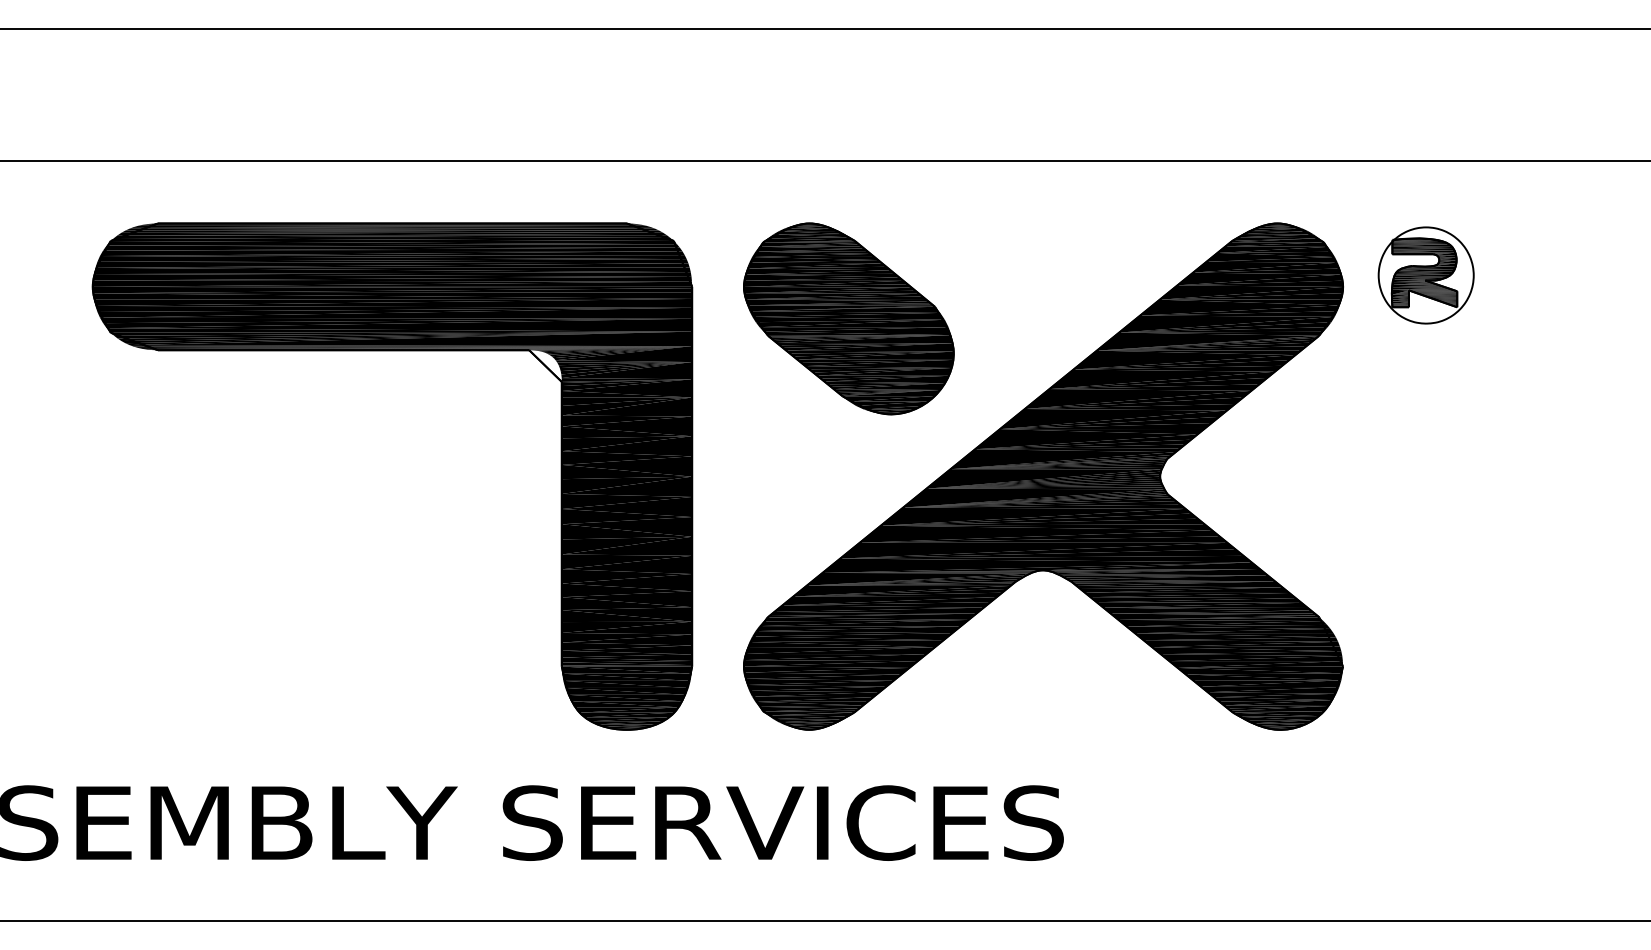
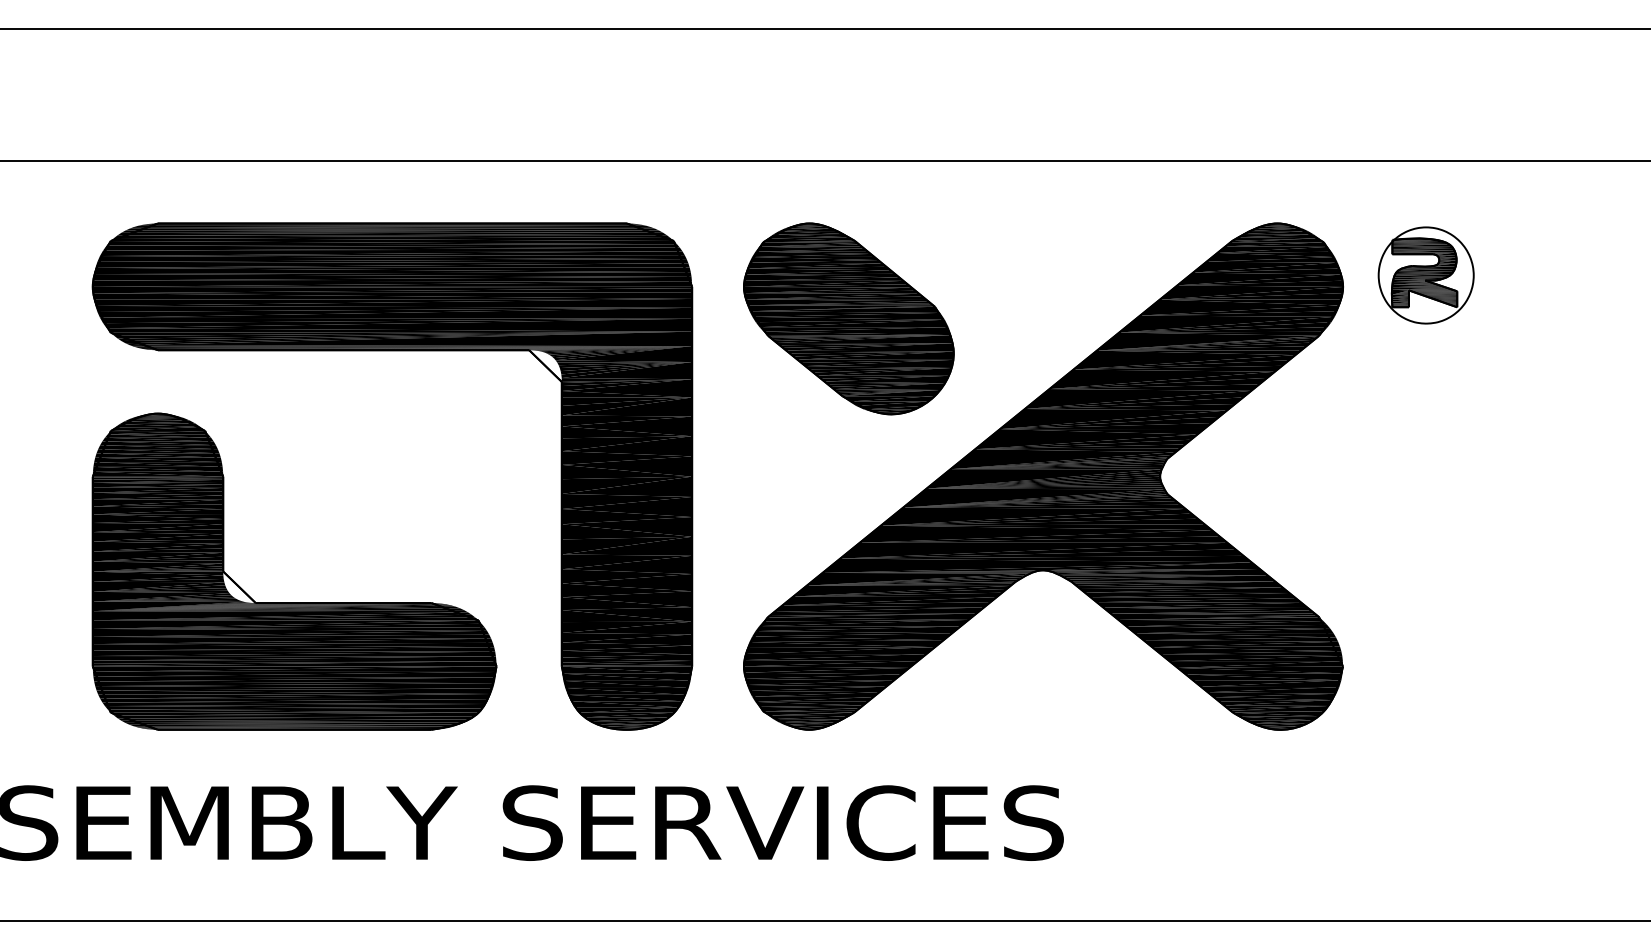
part at (294, 602): none -> present
